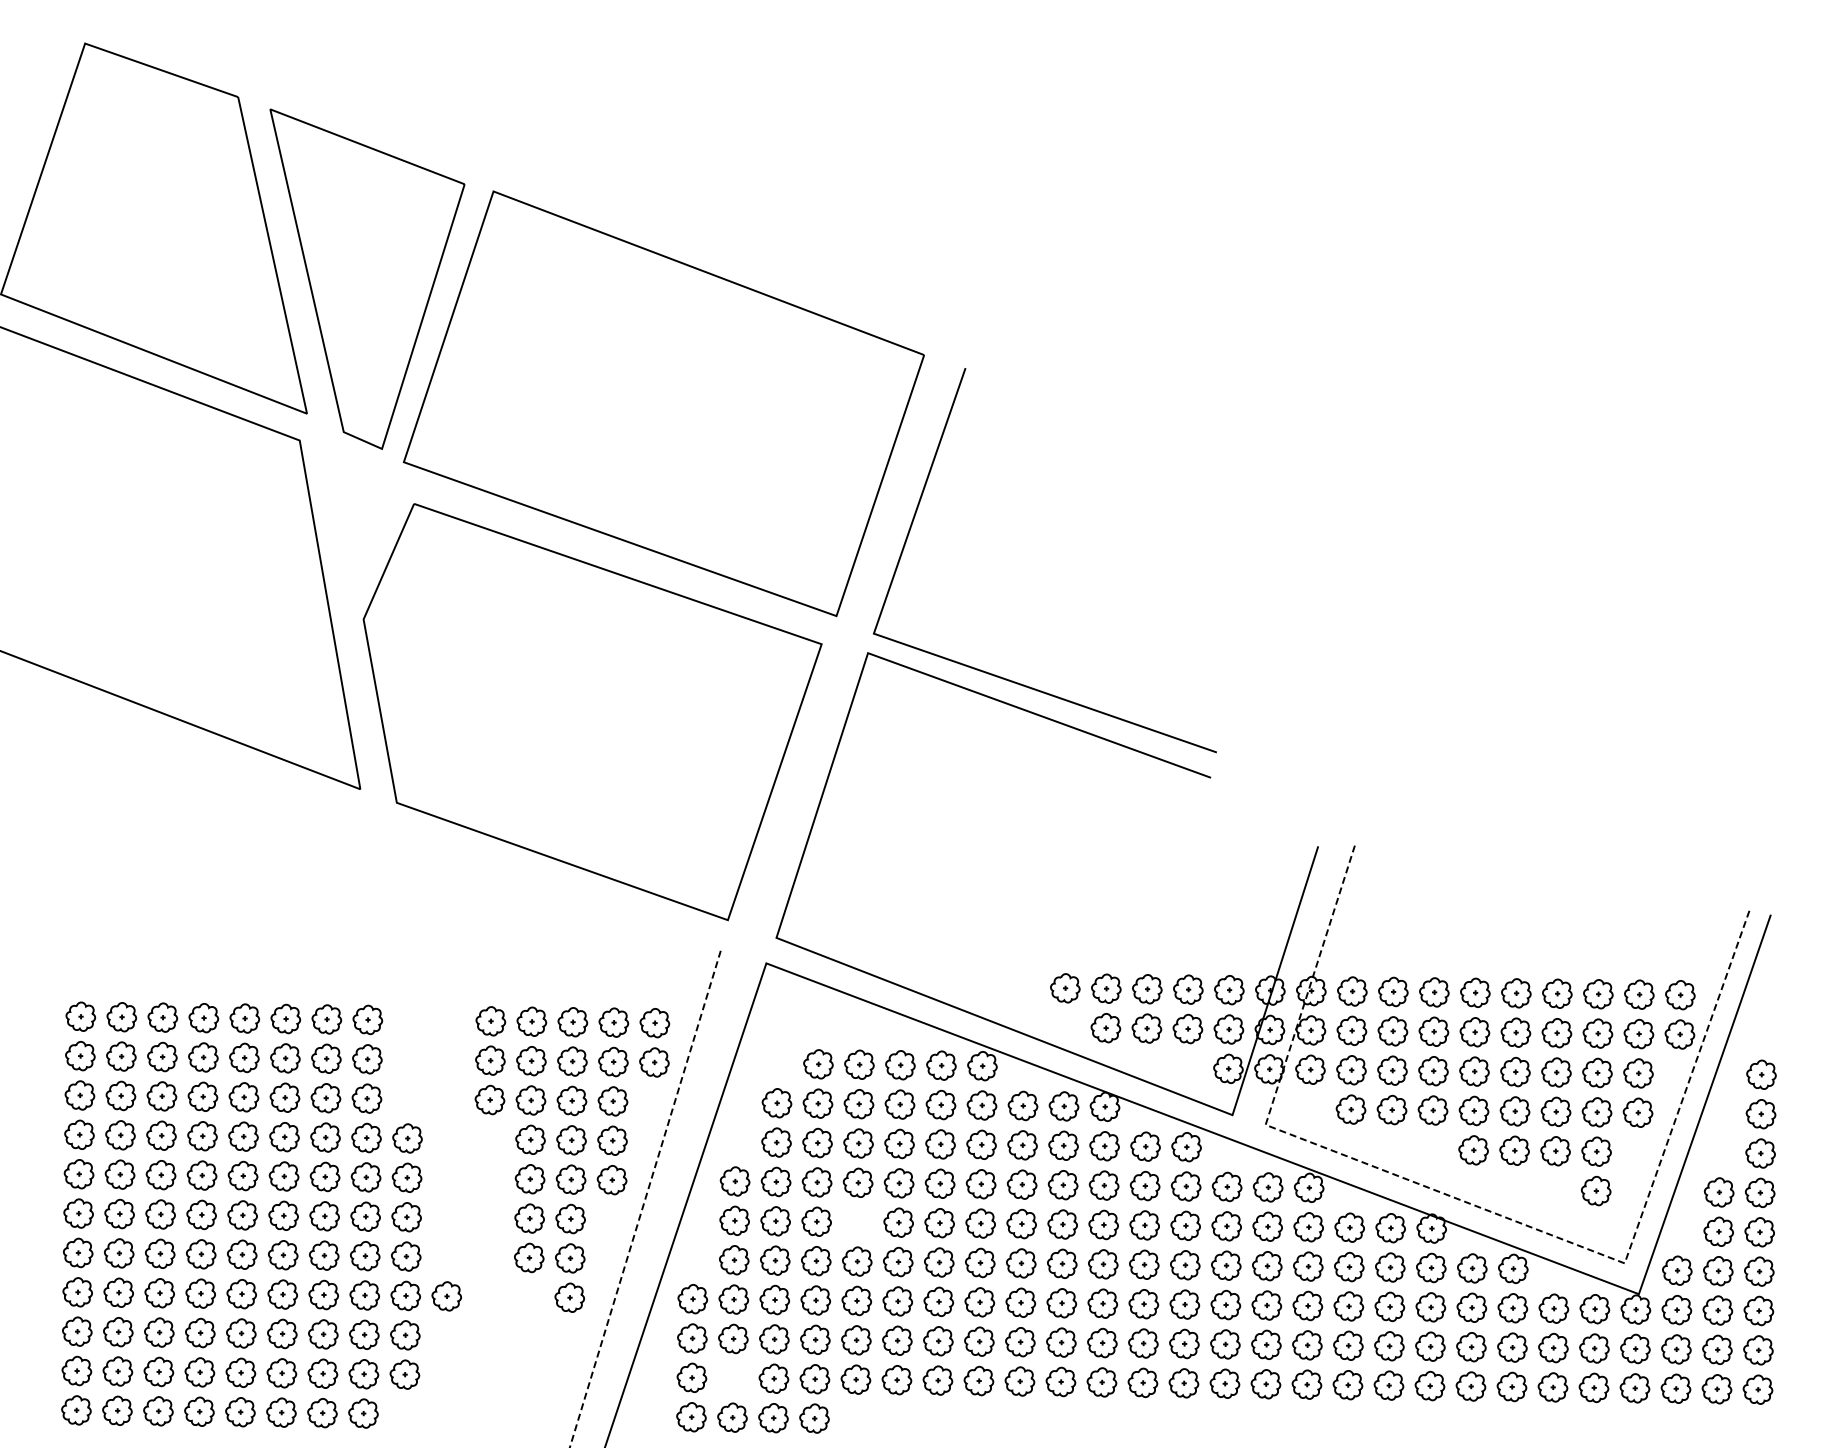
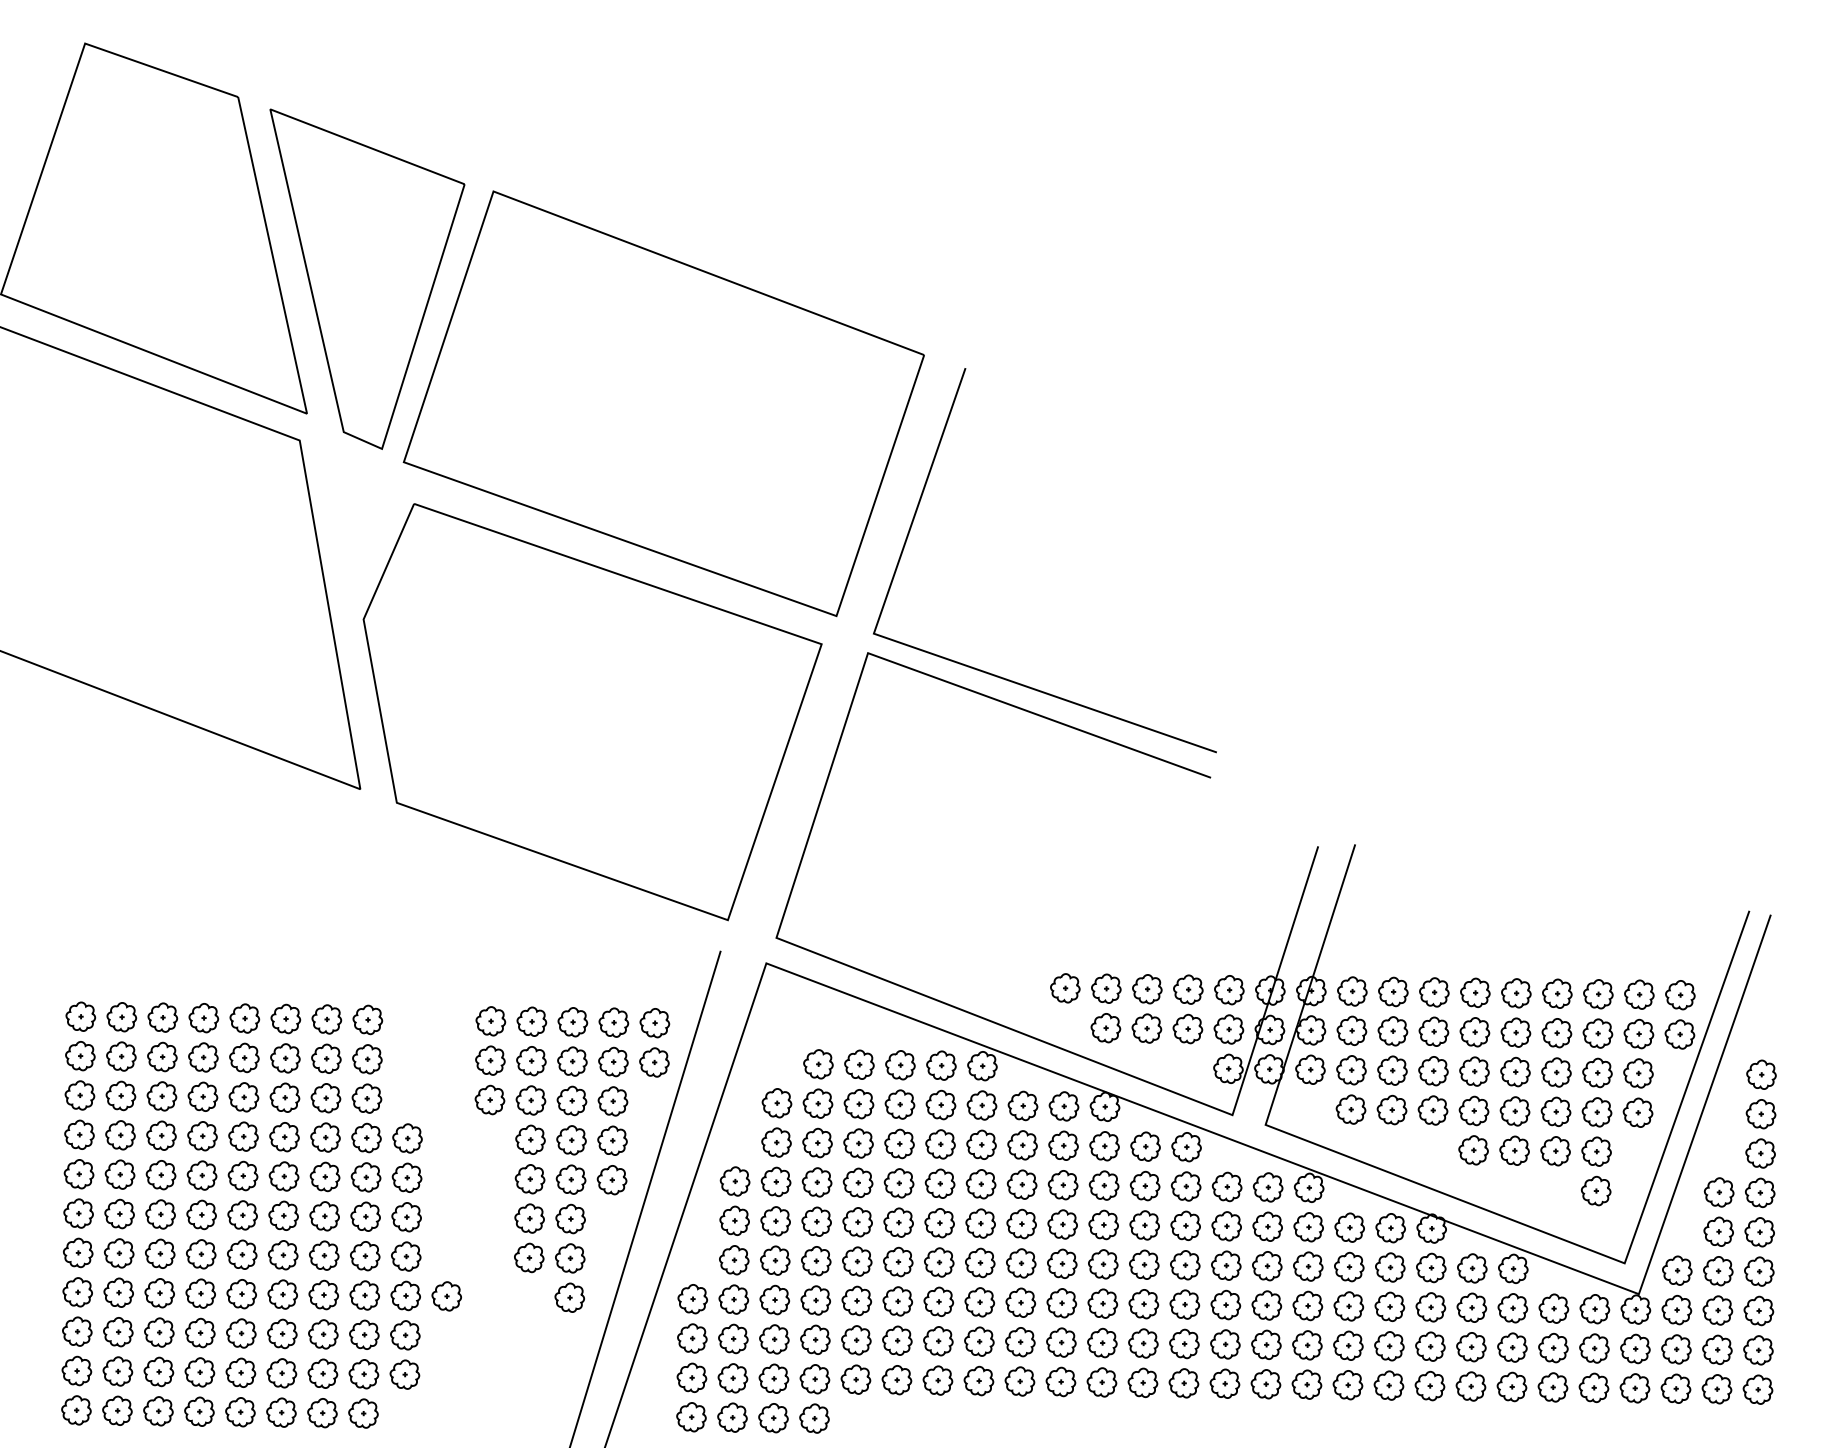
line at (645, 1199): dashed -> solid
line at (1482, 1208): dashed -> solid
part at (857, 1222): none -> present
part at (732, 1378): none -> present
